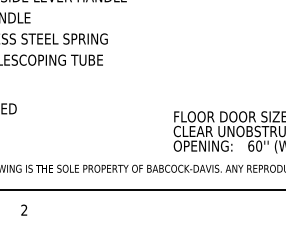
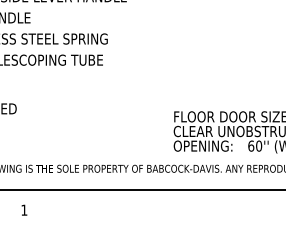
text at (24, 209): 2 -> 1
